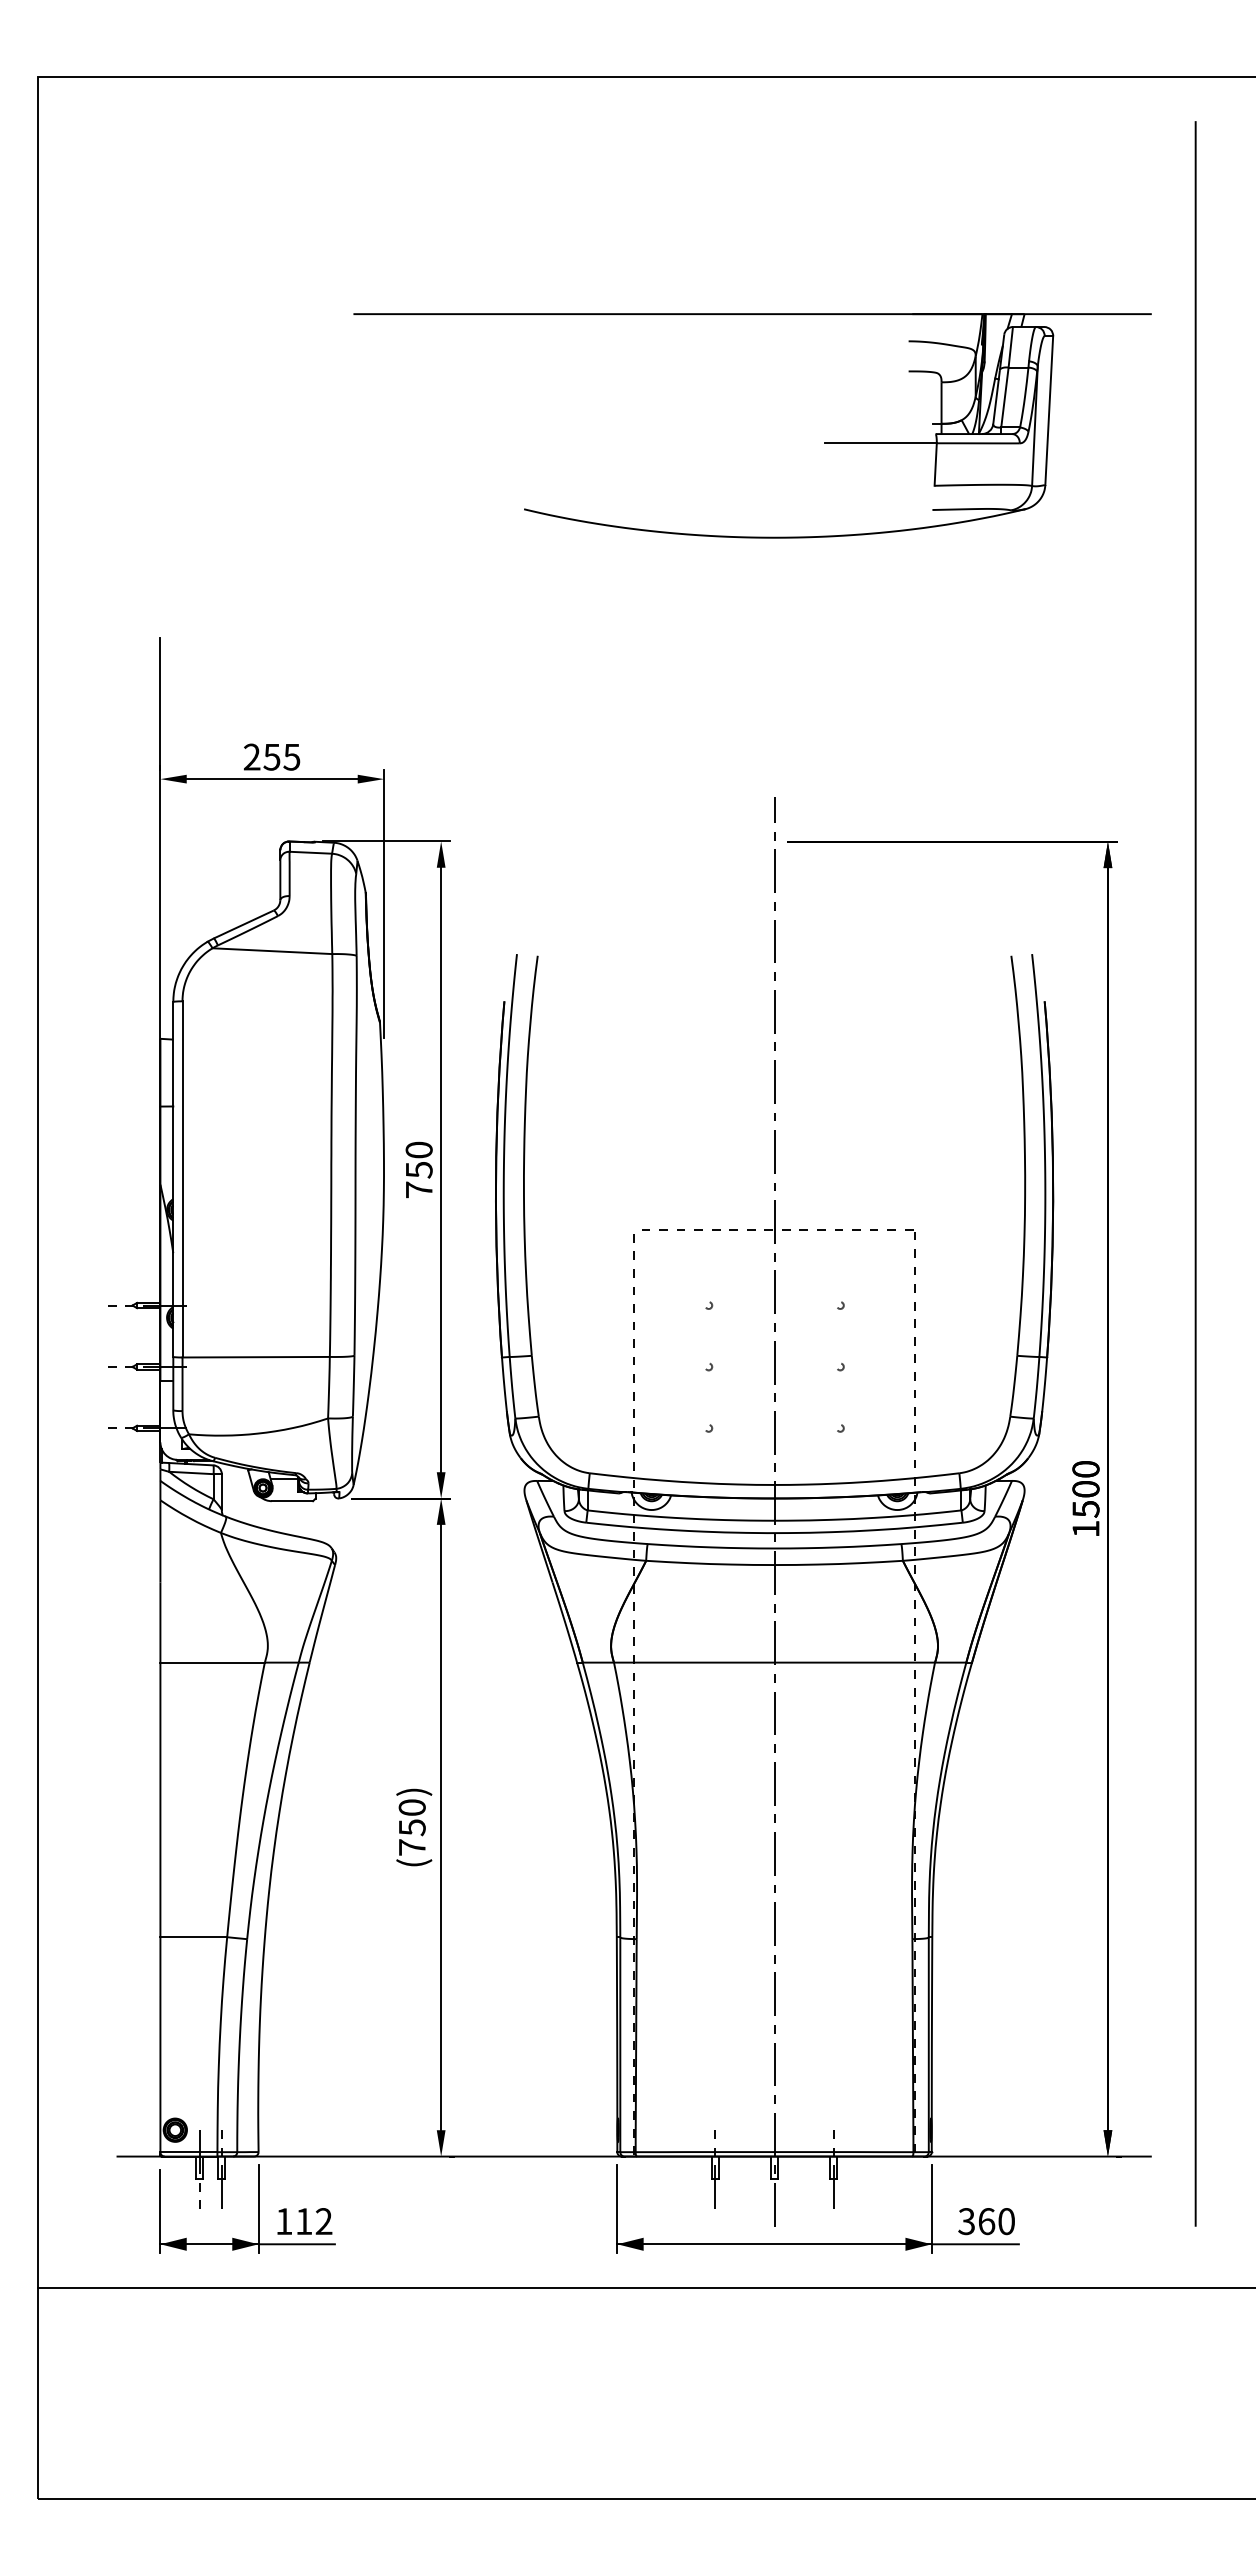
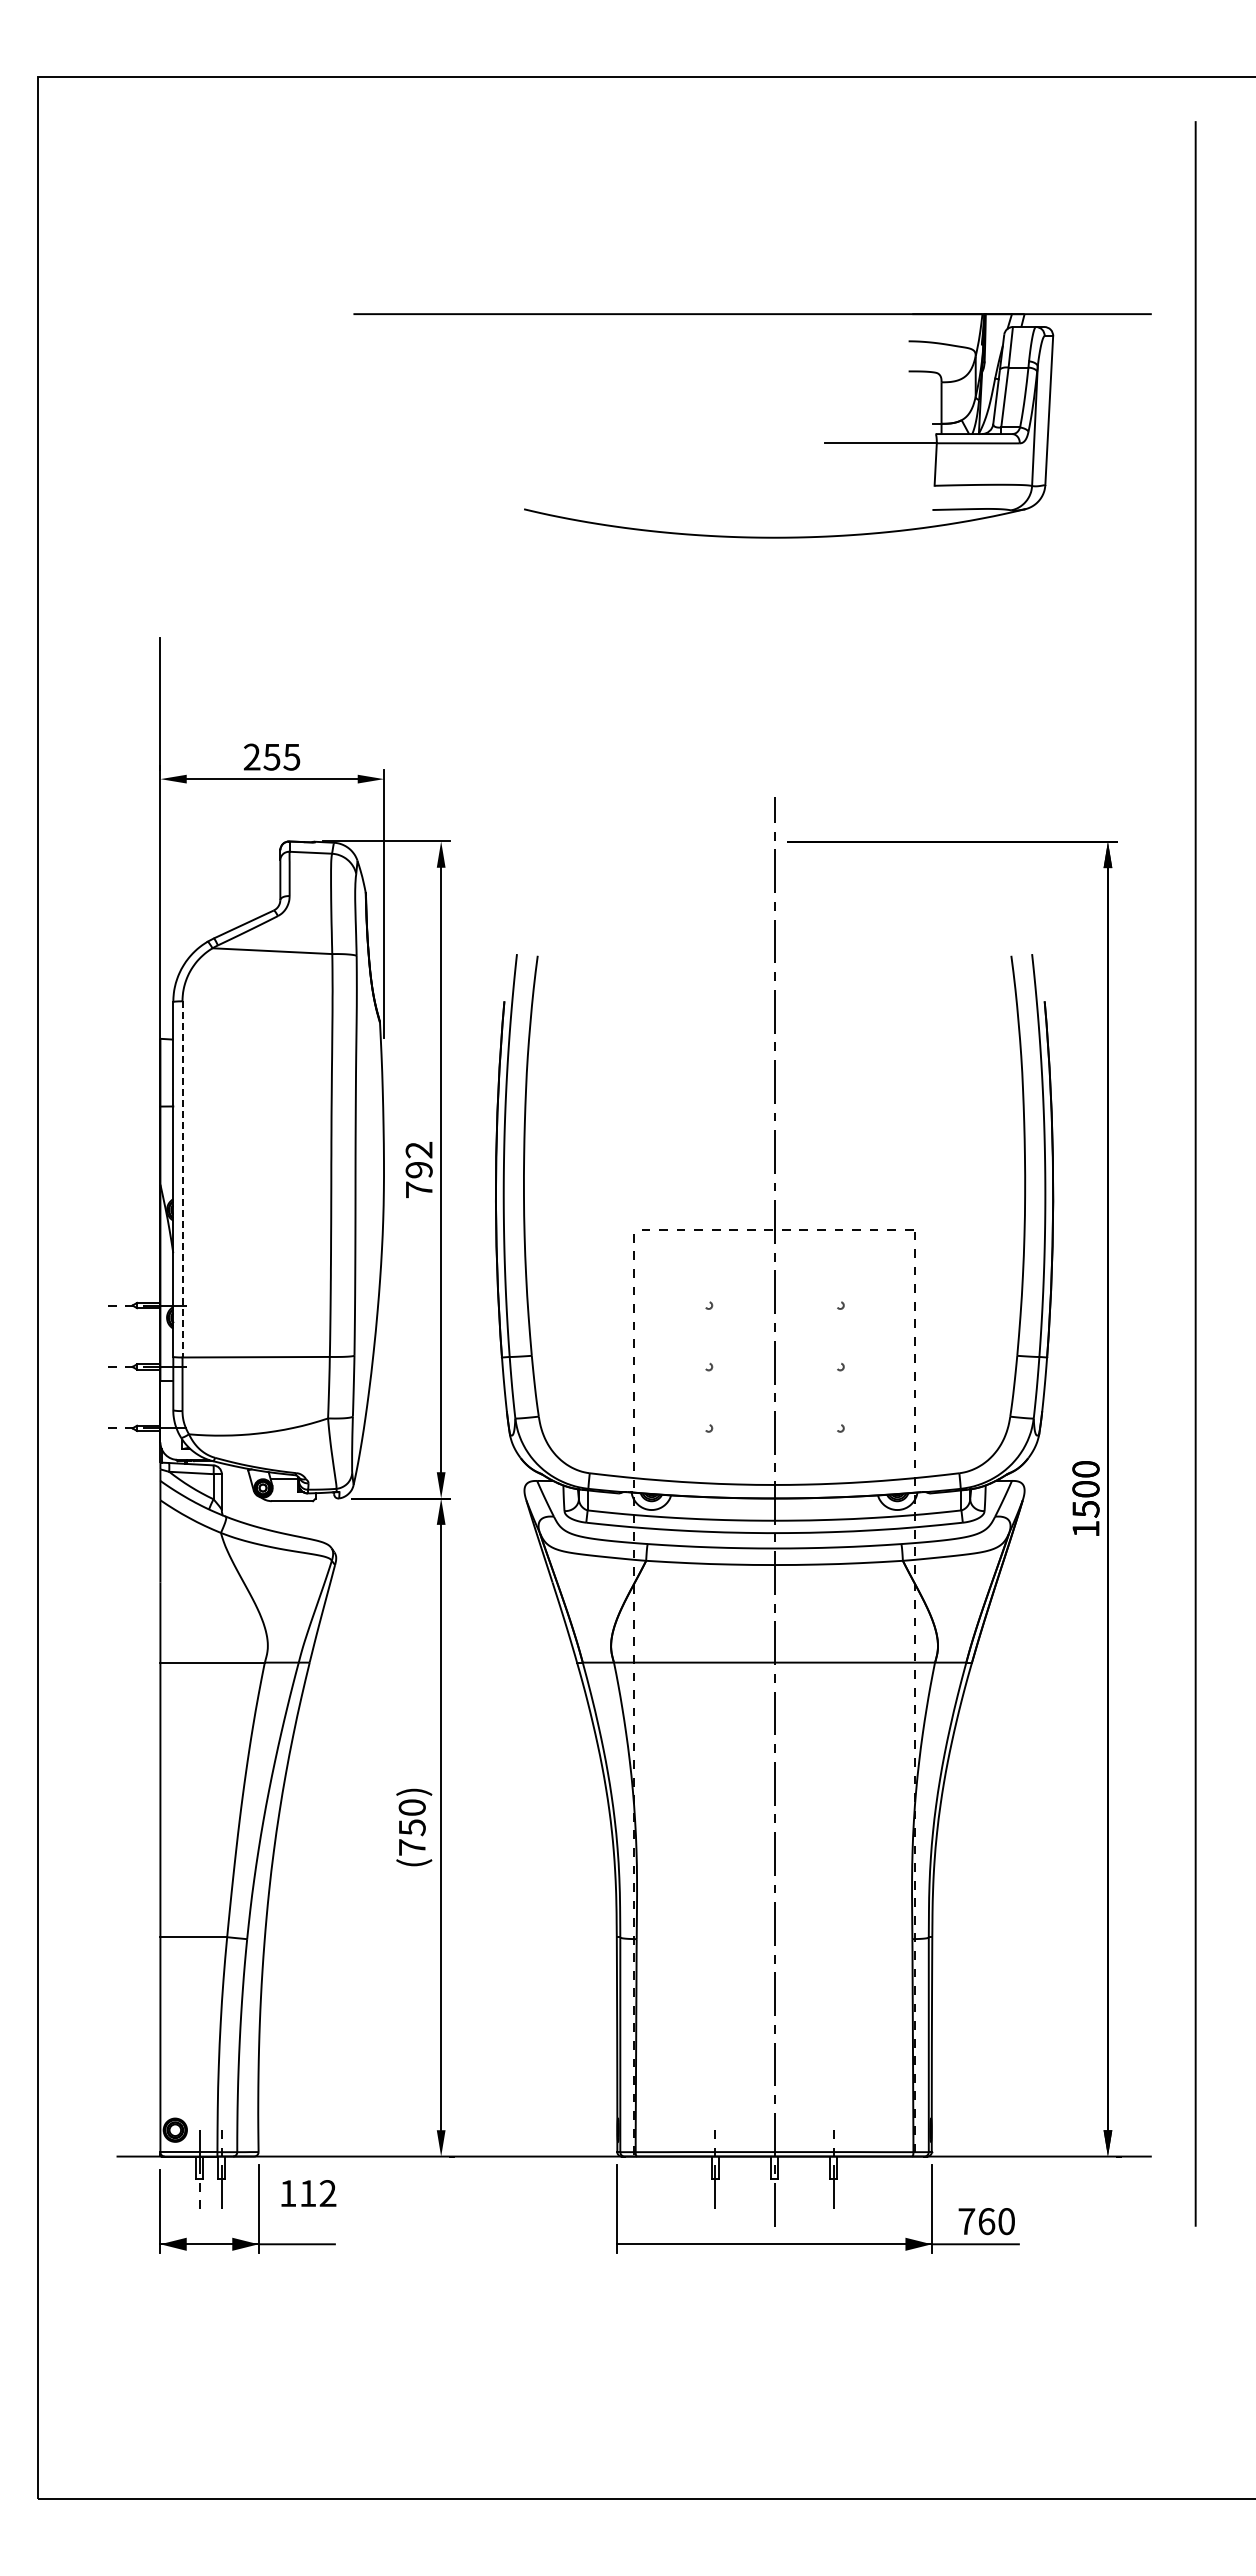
text at (418, 1159): 750 -> 792
line at (182, 1179): solid -> dashed
text at (304, 2221) position: (304, 2221) -> (308, 2193)
text at (966, 2221): 360 -> 760
fill at (630, 2243): present -> none
line at (644, 2288): present -> none
